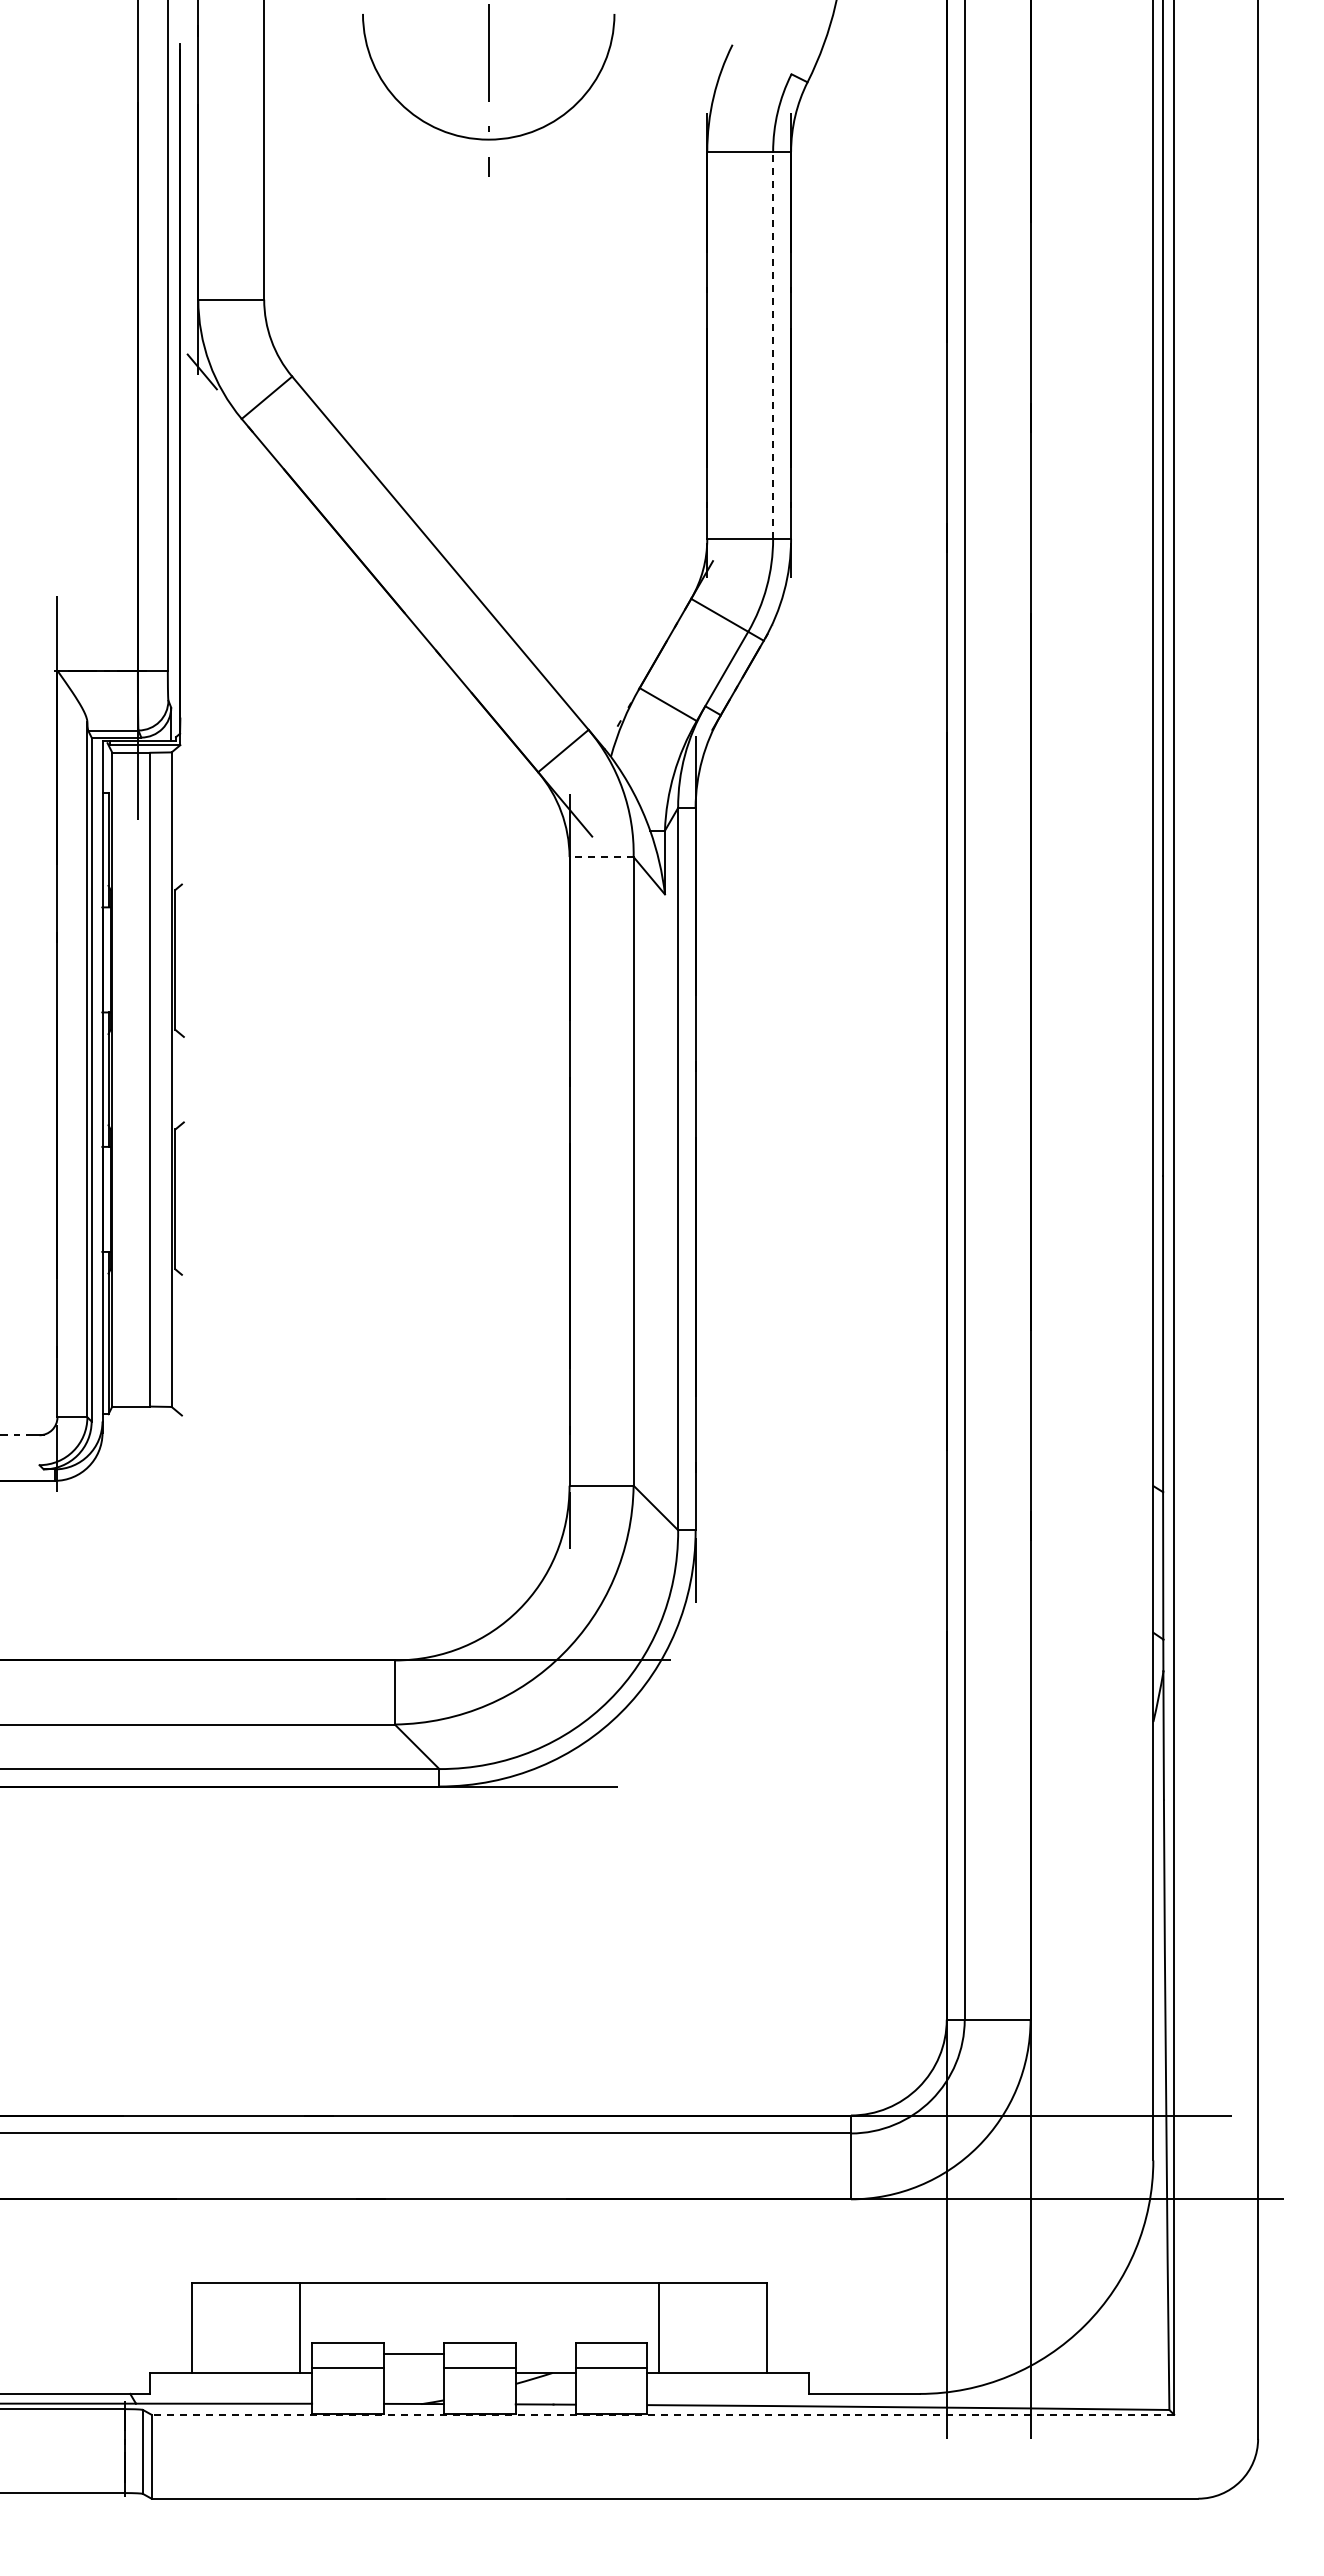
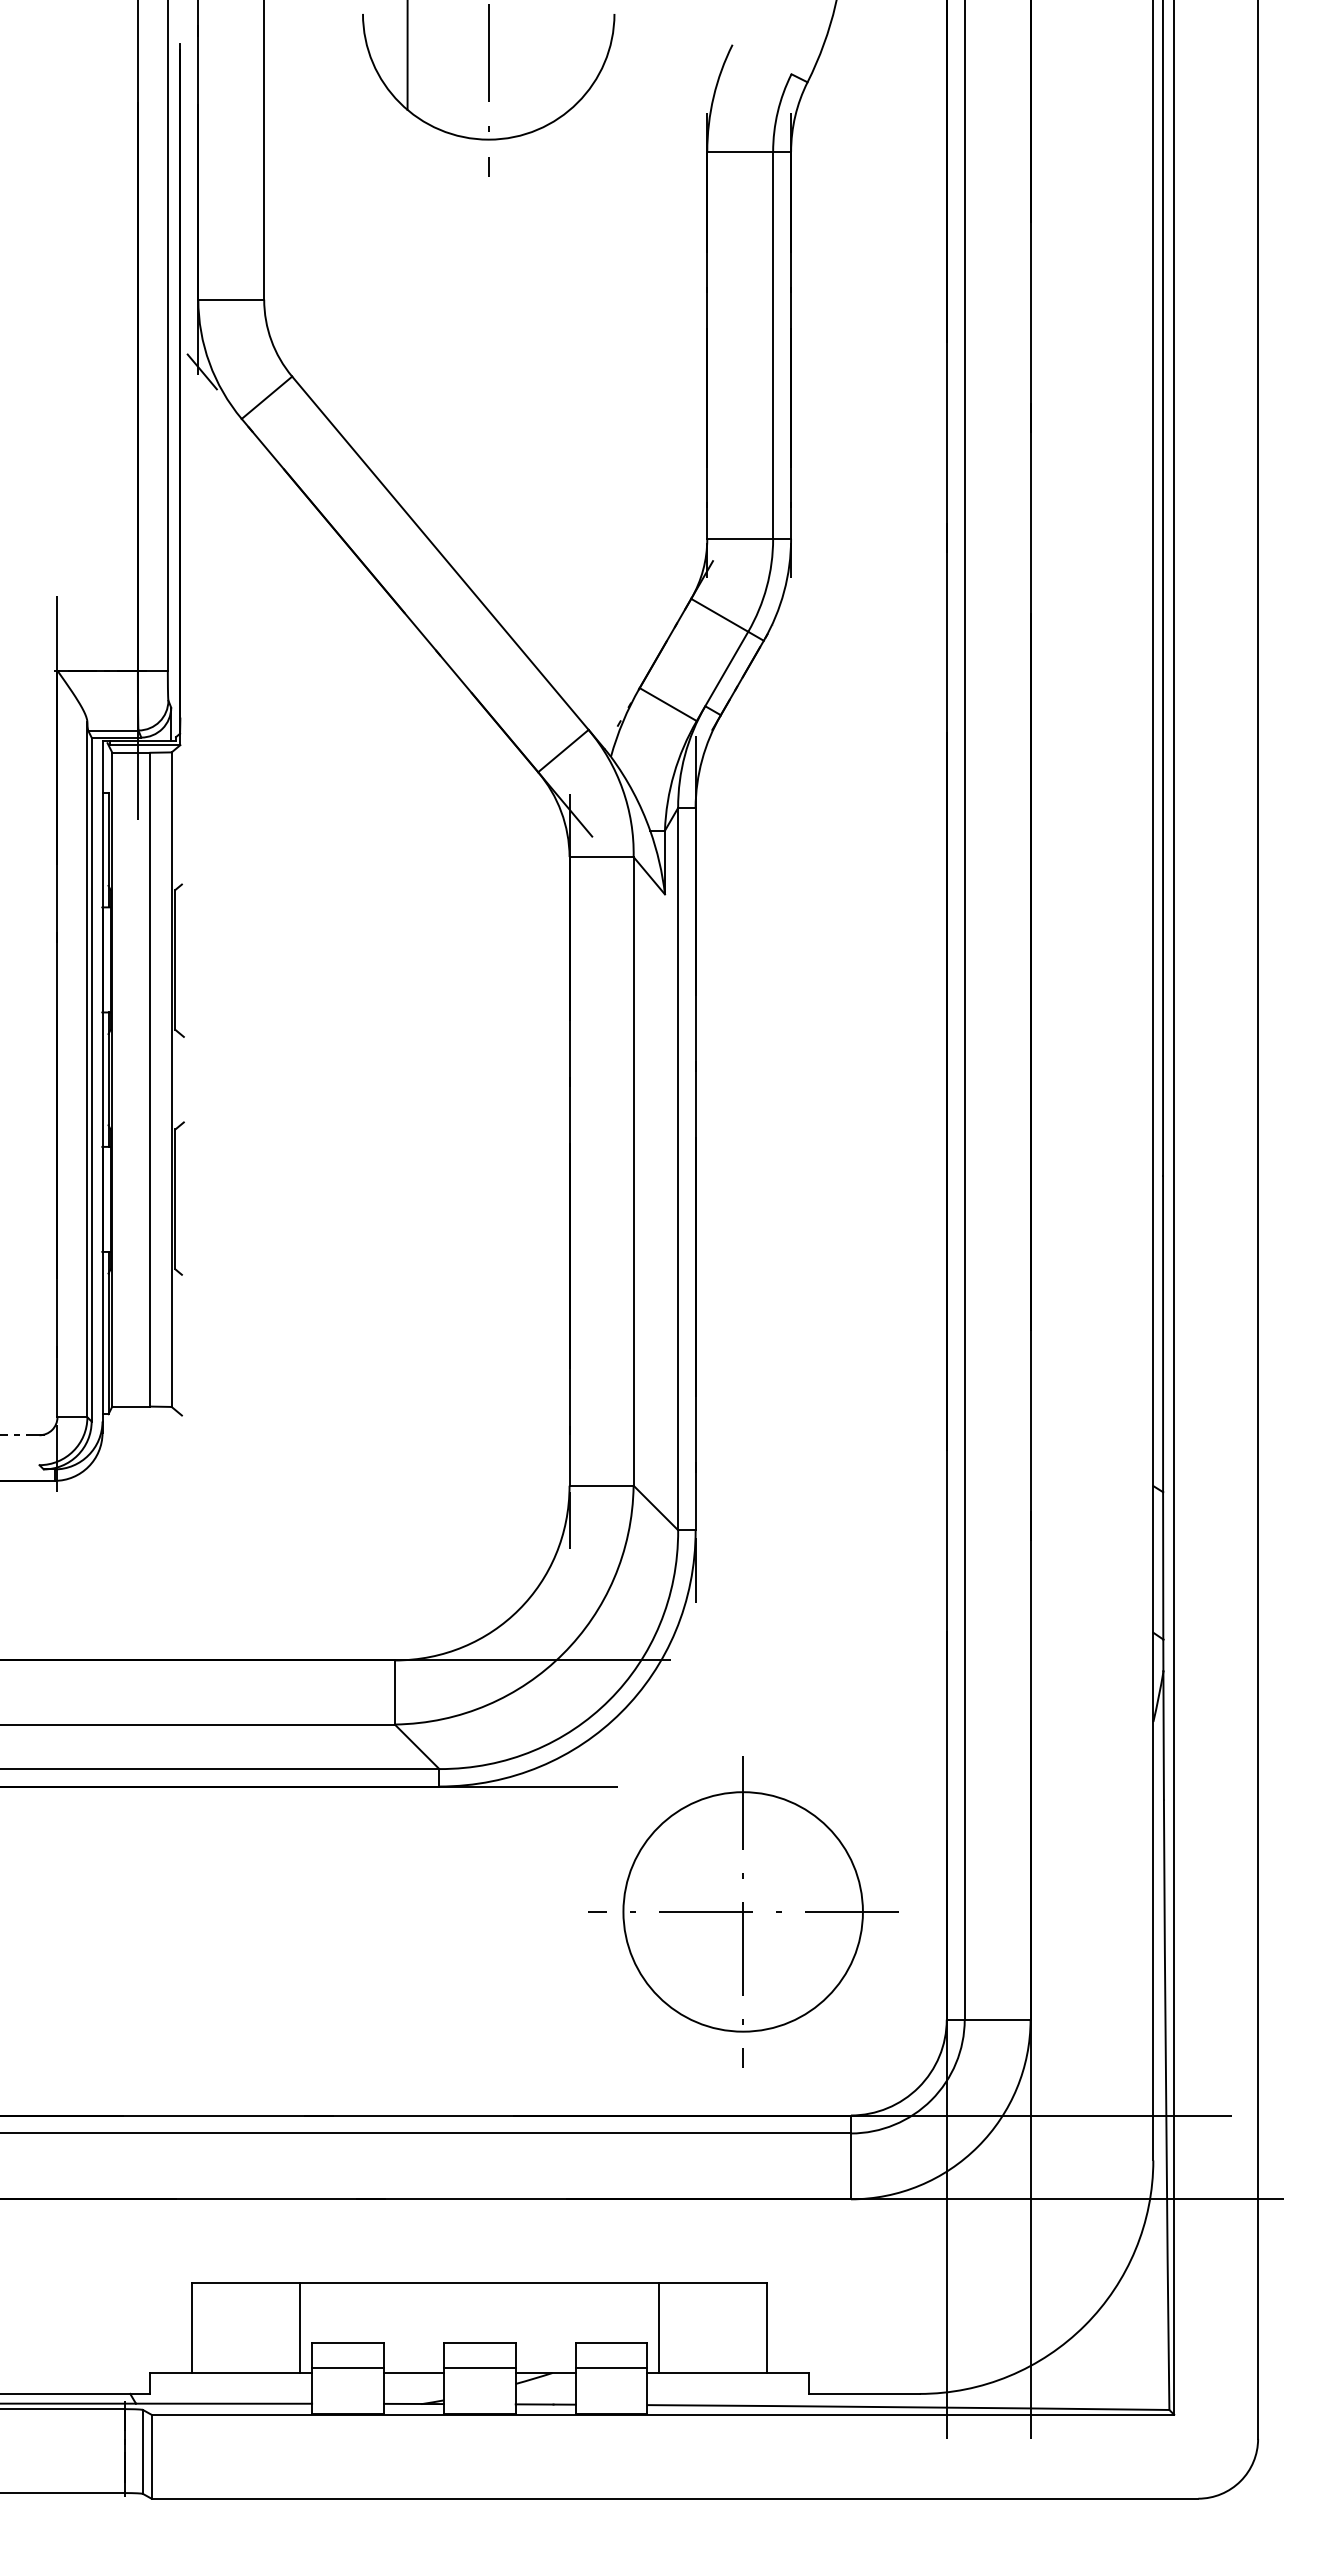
line at (407, 55): none -> present
line at (773, 345): dashed -> solid
line at (601, 857): dashed -> solid
part at (743, 1911): none -> present
line at (413, 2353) position: (413, 2353) -> (413, 2372)
line at (662, 2414): dashed -> solid
